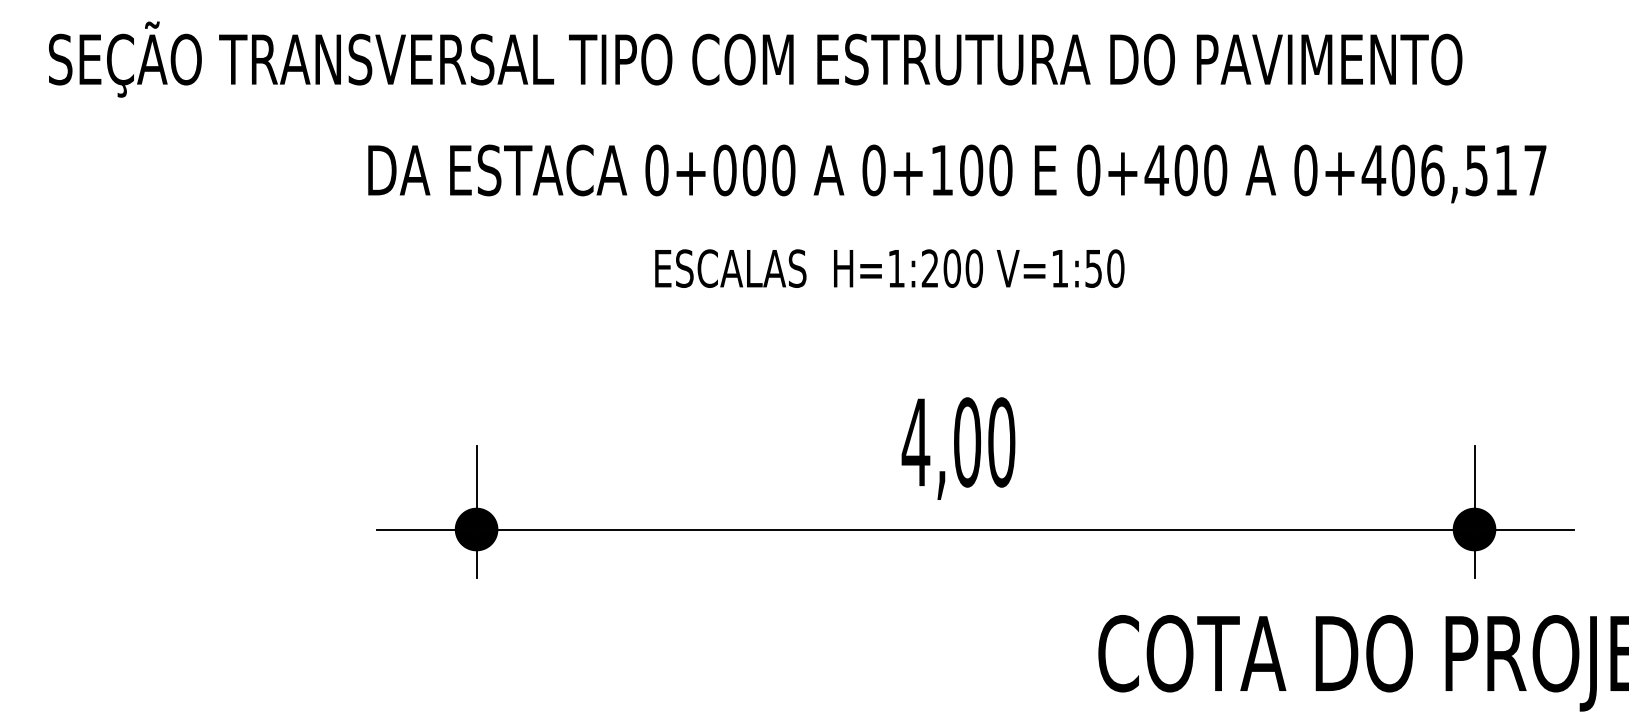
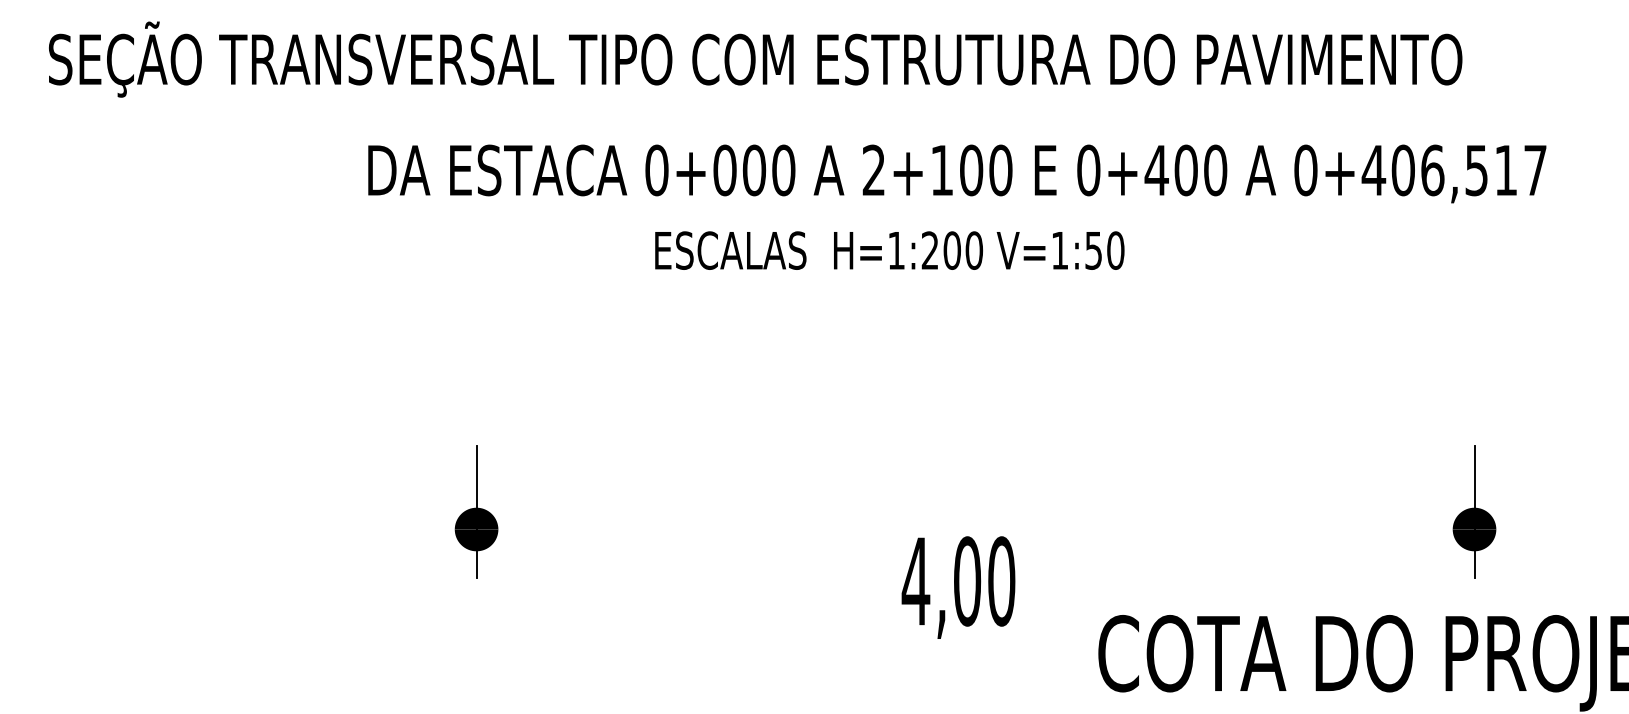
text at (873, 170): 0+100 -> 2+100
text at (889, 268) position: (889, 268) -> (889, 250)
text at (958, 448) position: (958, 448) -> (958, 587)
line at (975, 529): present -> none
